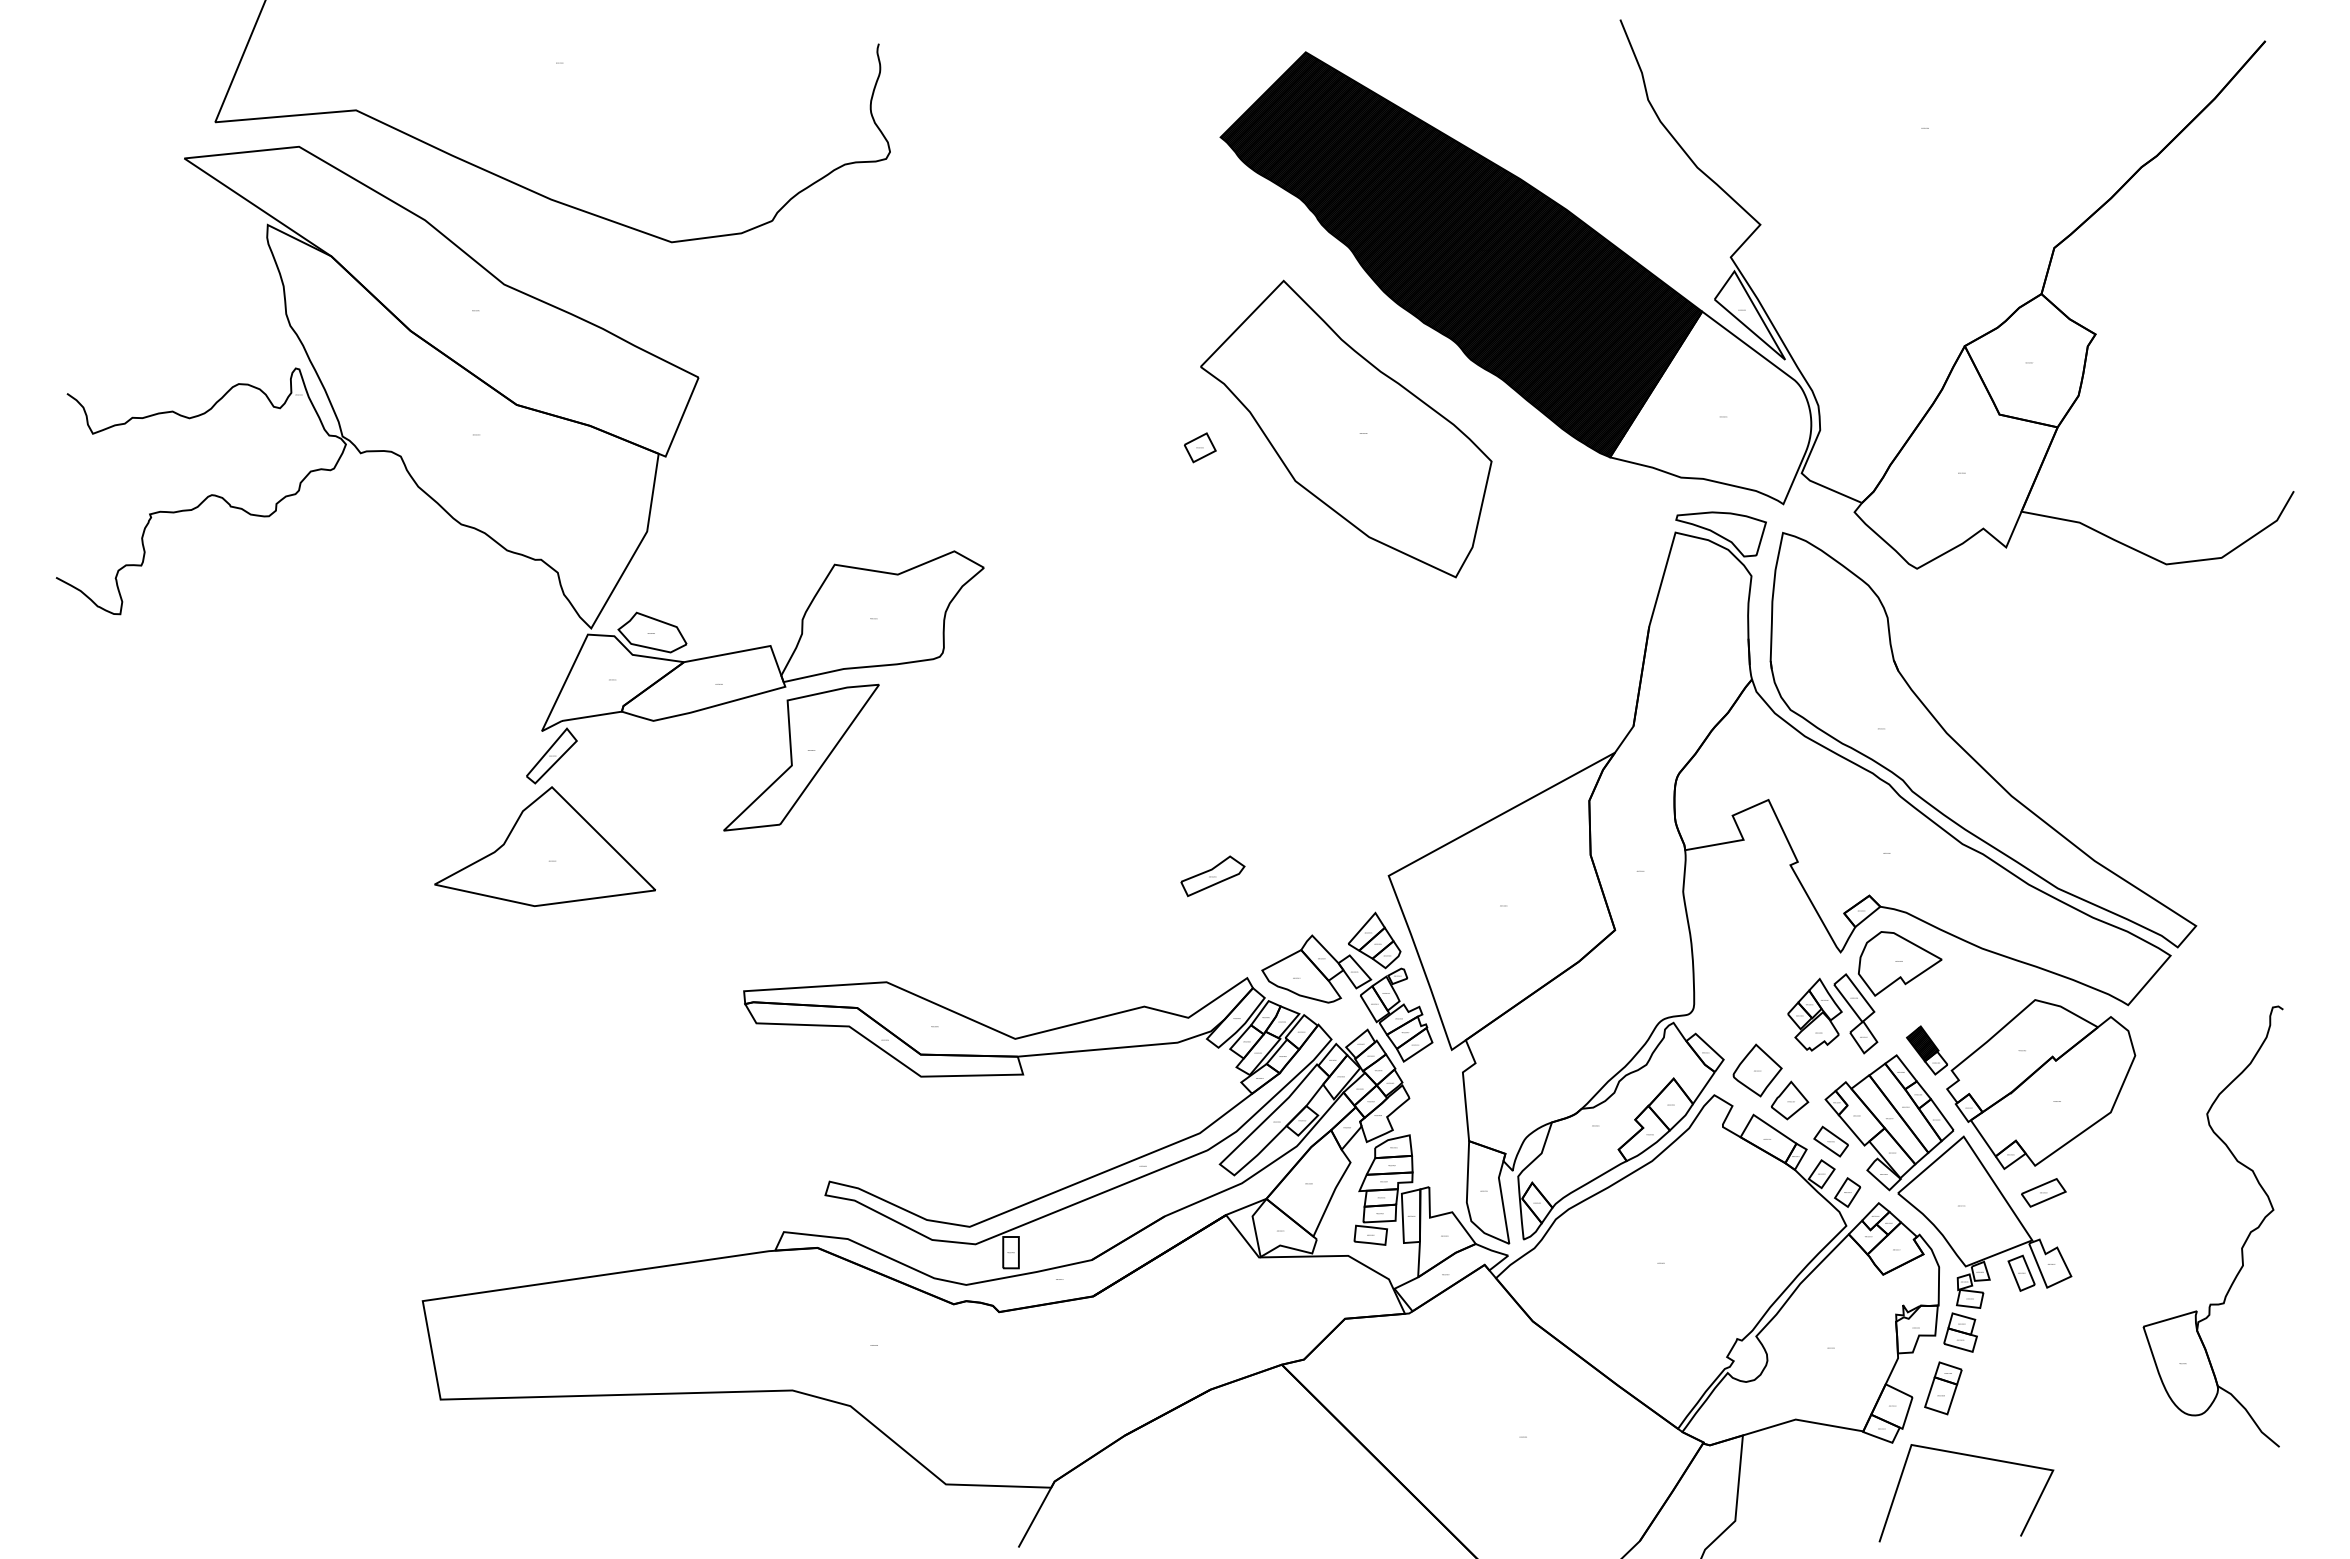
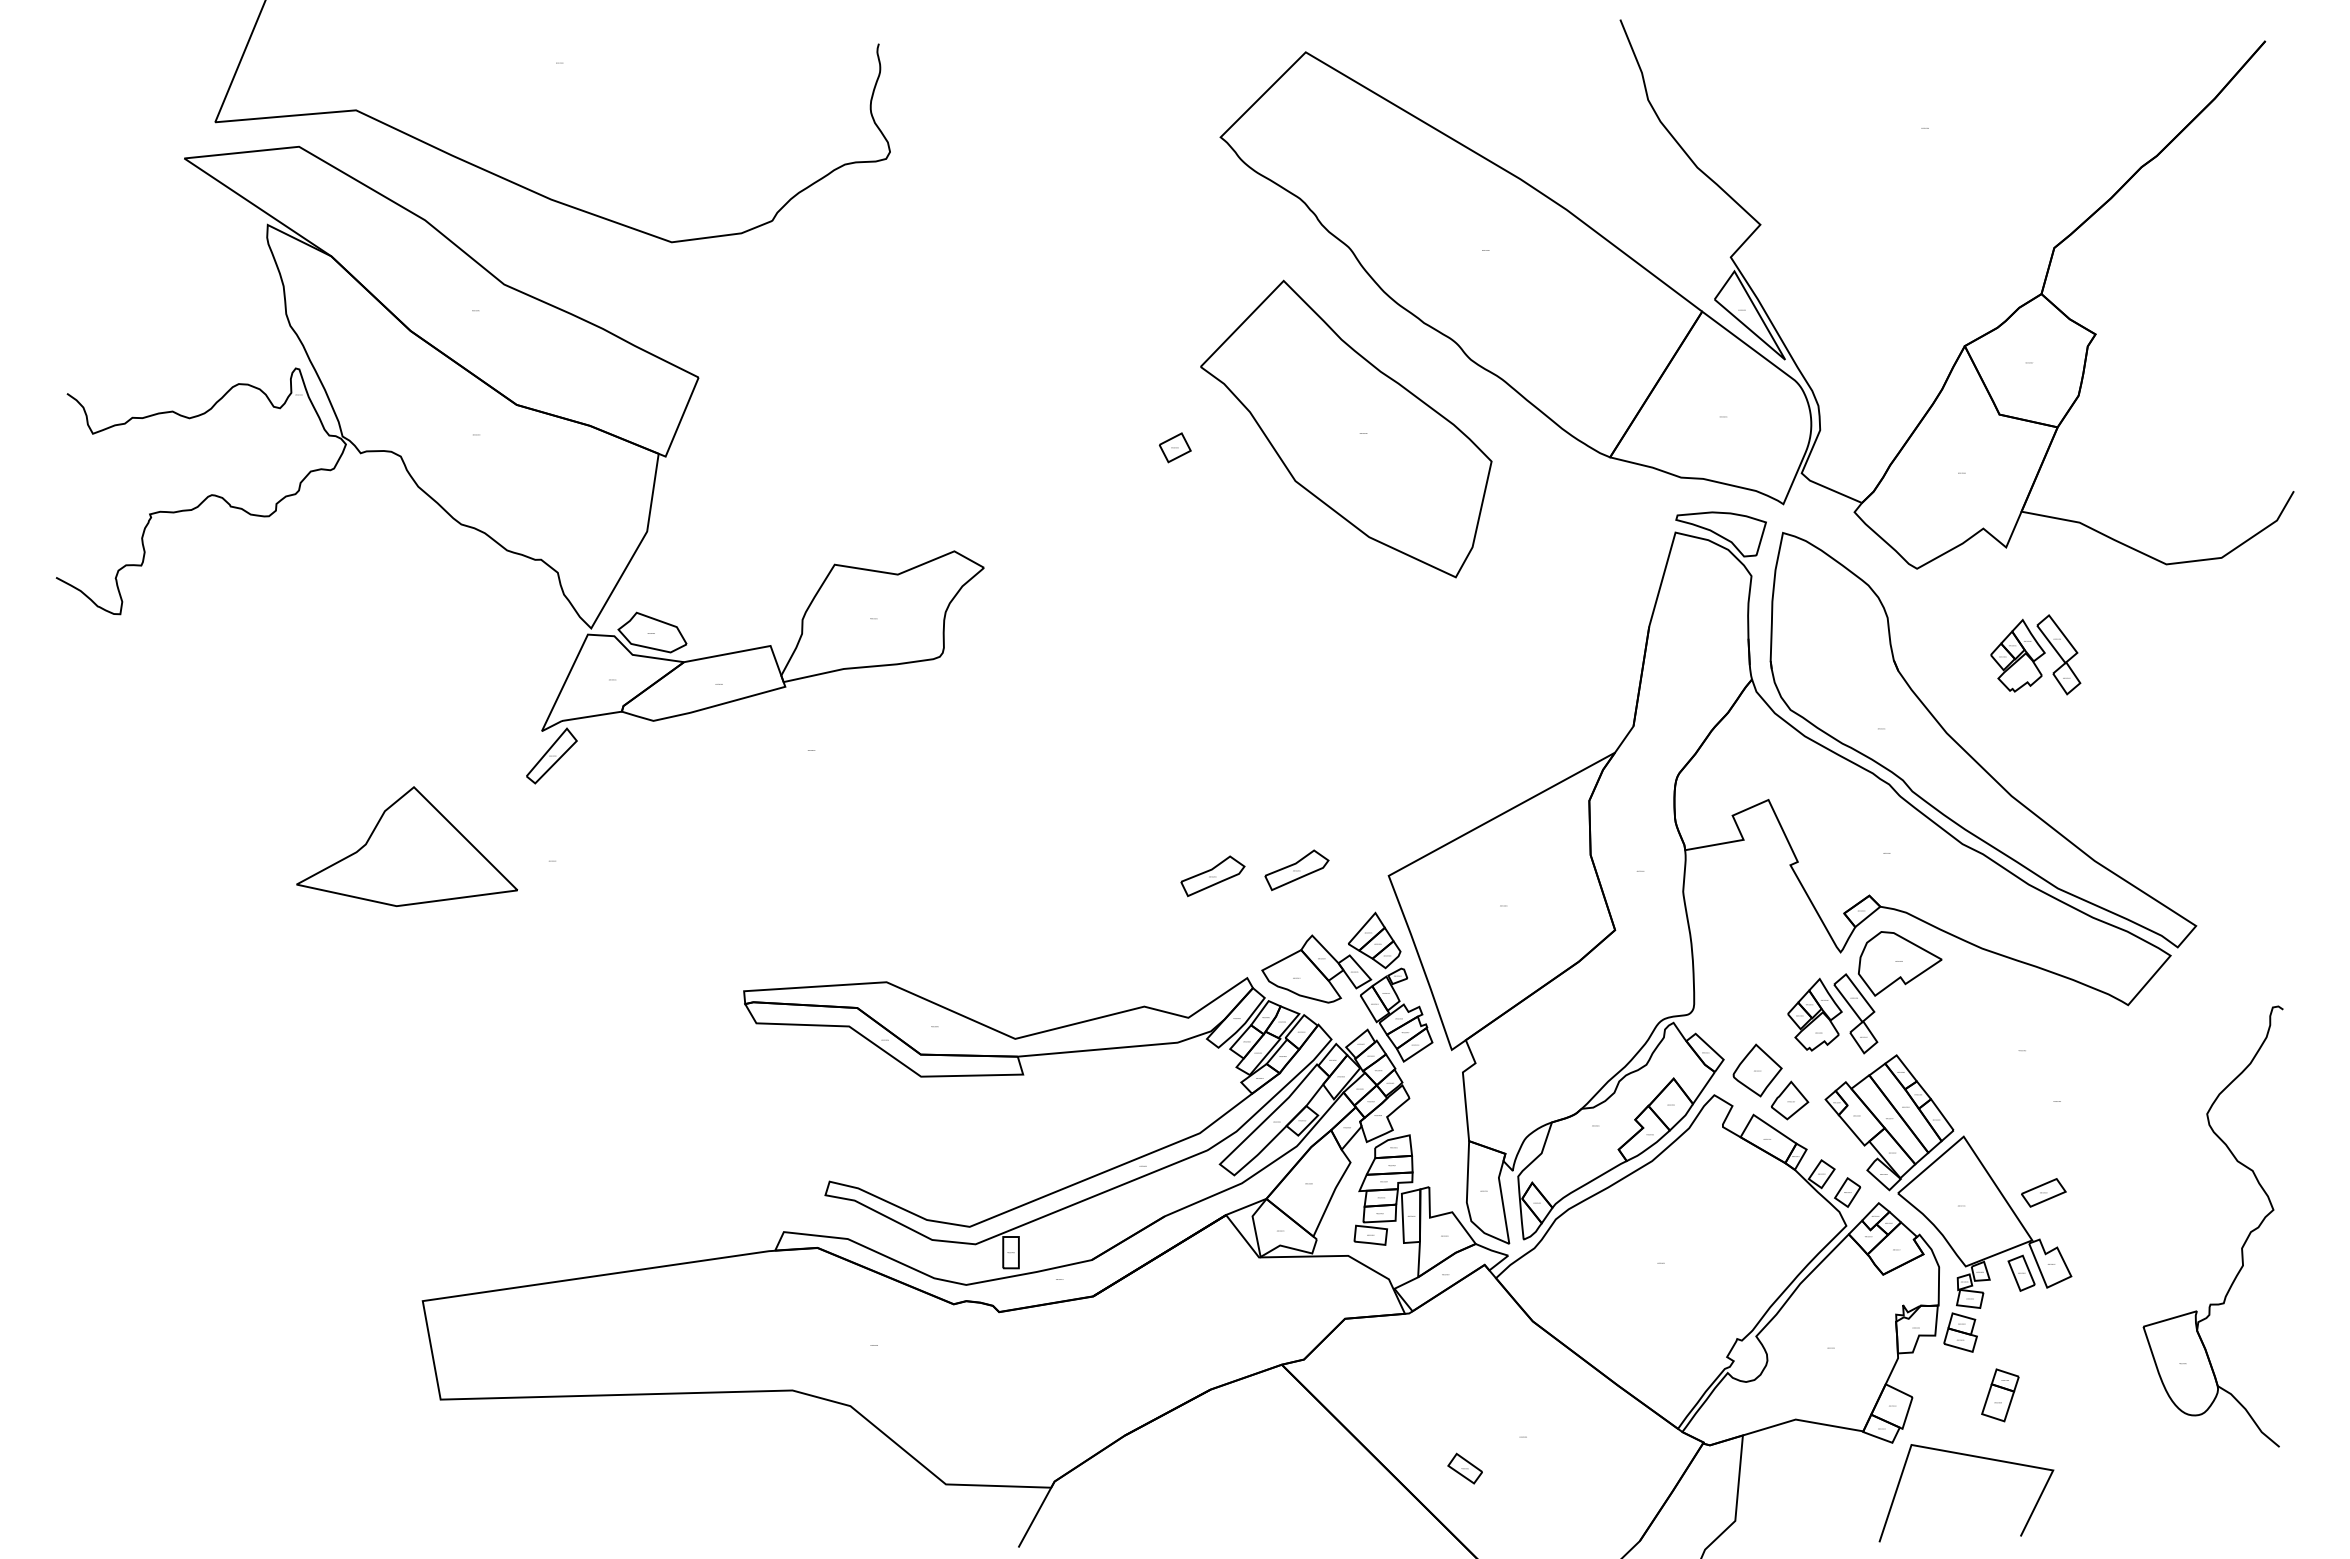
hatch at (1461, 254): present -> none
part at (1200, 447) position: (1200, 447) -> (1175, 447)
part at (2035, 654): none -> present
part at (801, 757): present -> none
part at (544, 846) position: (544, 846) -> (406, 846)
part at (1296, 870): none -> present
part at (2021, 1084): present -> none
part at (1830, 1141) position: (1830, 1141) -> (1464, 1468)
part at (1943, 1388) position: (1943, 1388) -> (2000, 1395)
